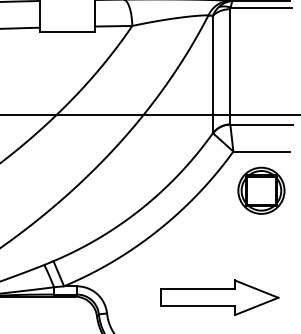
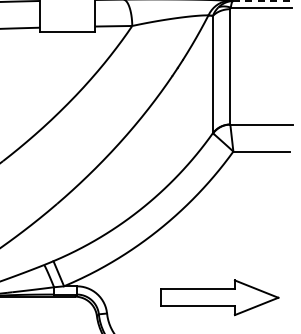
line at (261, 1): solid -> dashed
line at (149, 115): present -> none
part at (261, 190): present -> none
